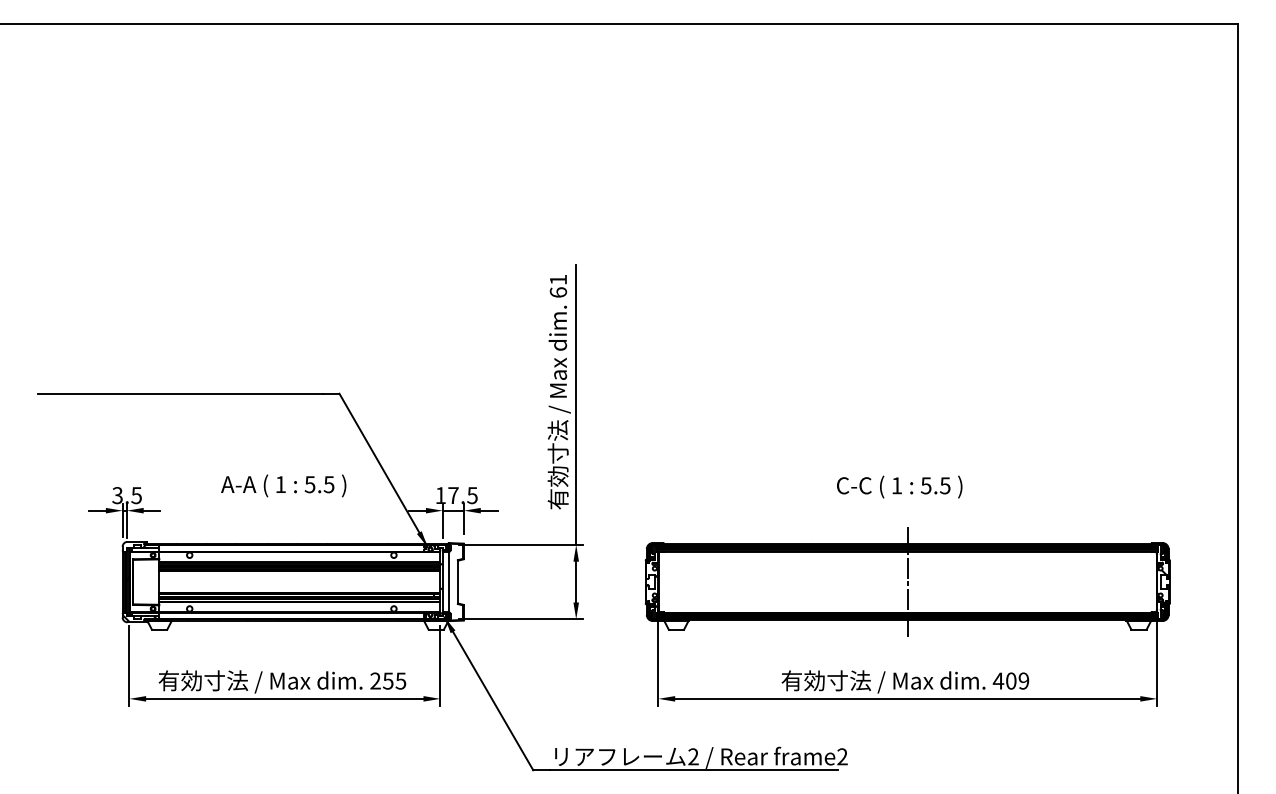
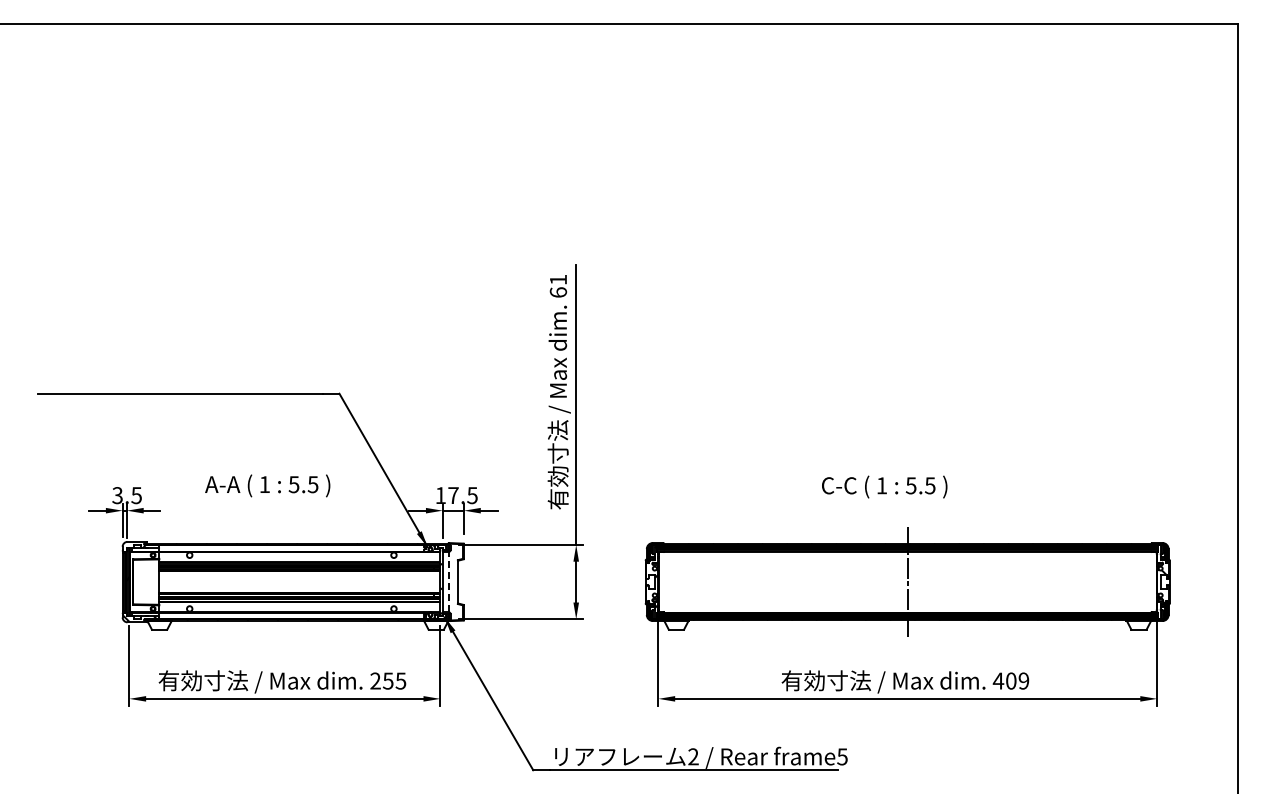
text at (283, 485) position: (283, 485) -> (267, 485)
text at (899, 486) position: (899, 486) -> (884, 486)
line at (448, 581): solid -> dashed
text at (842, 756): frame2 -> frame5
